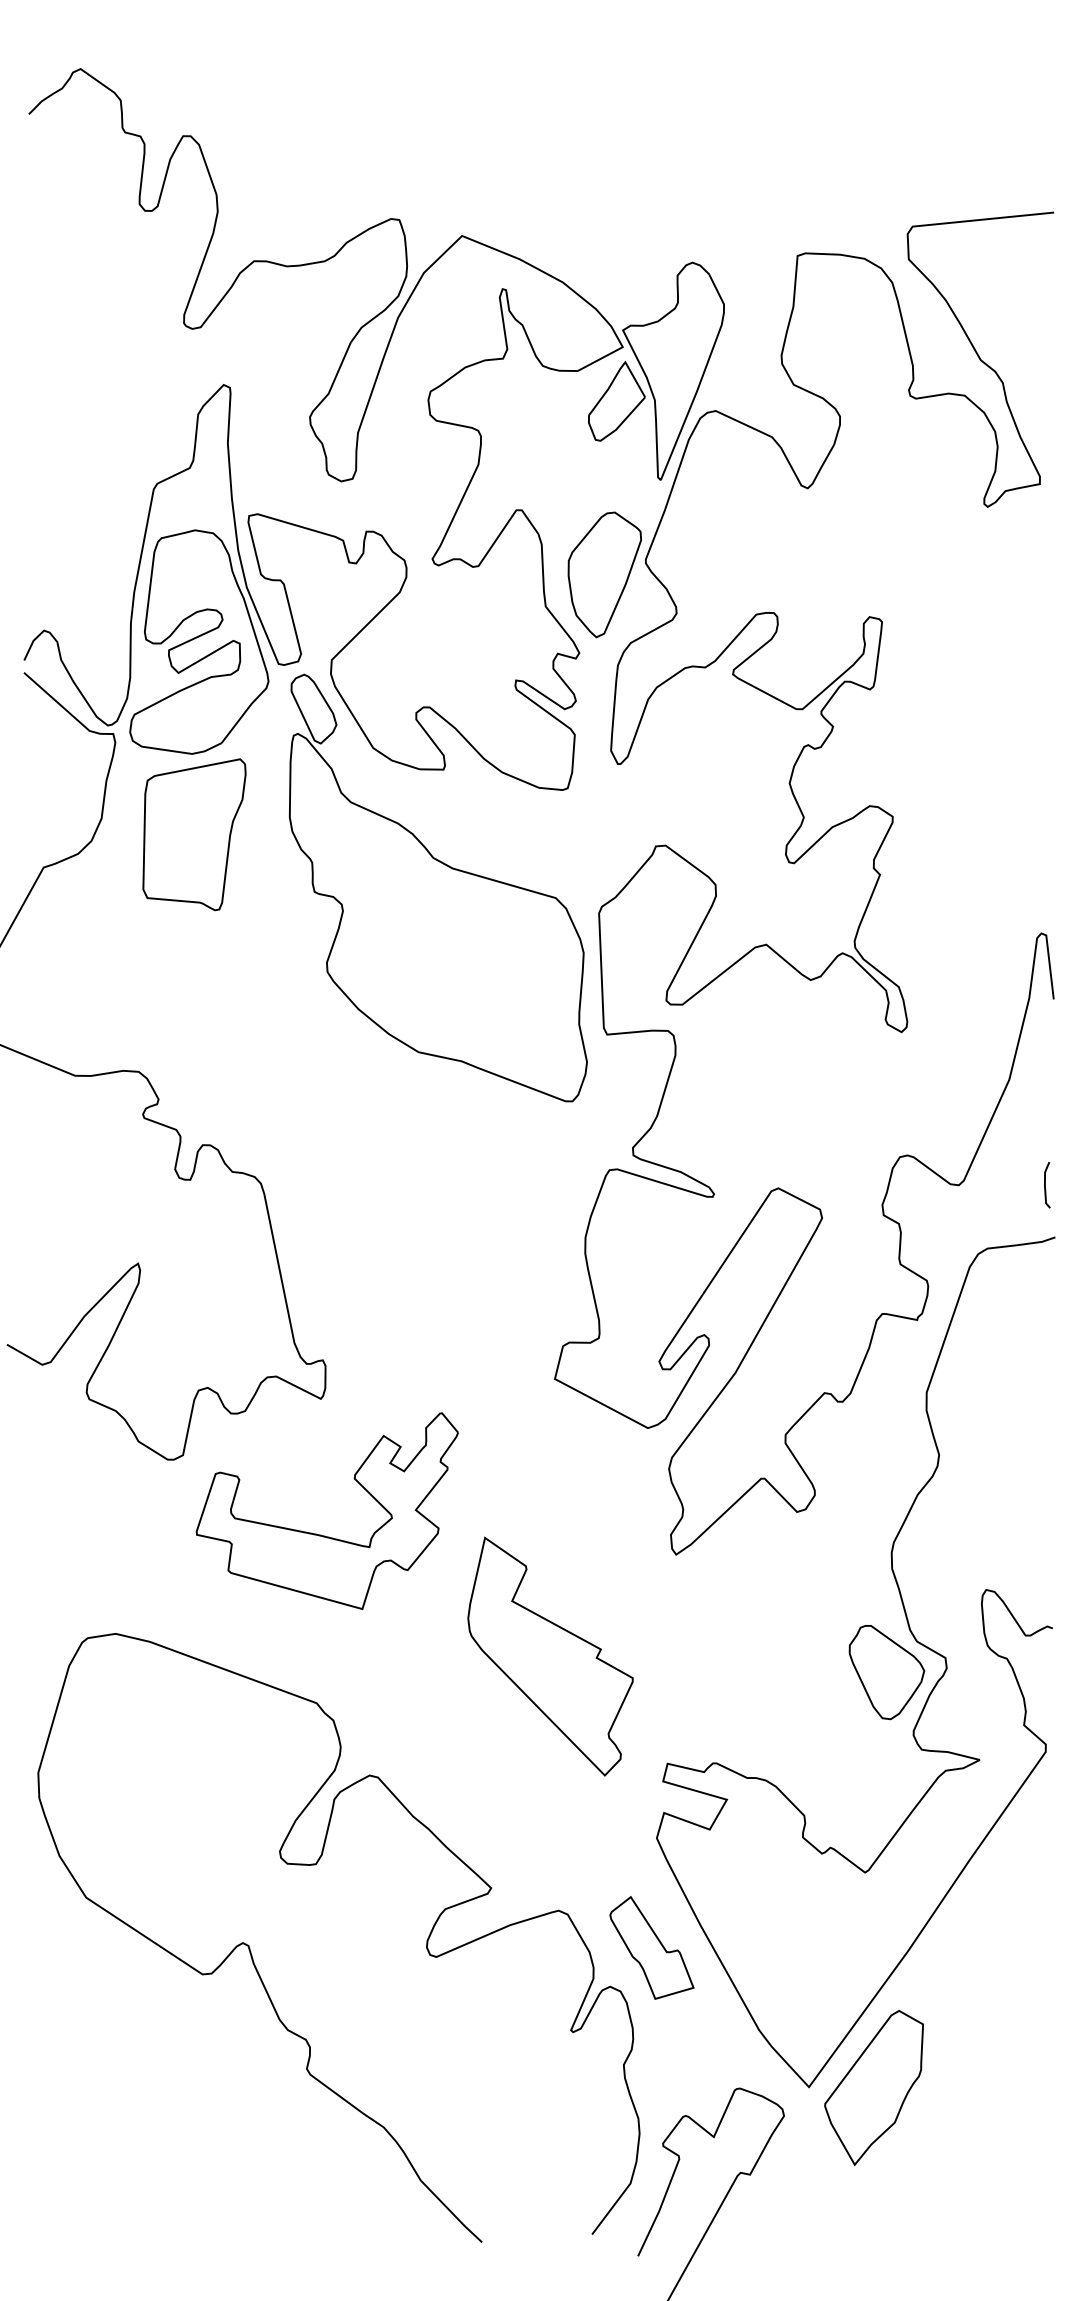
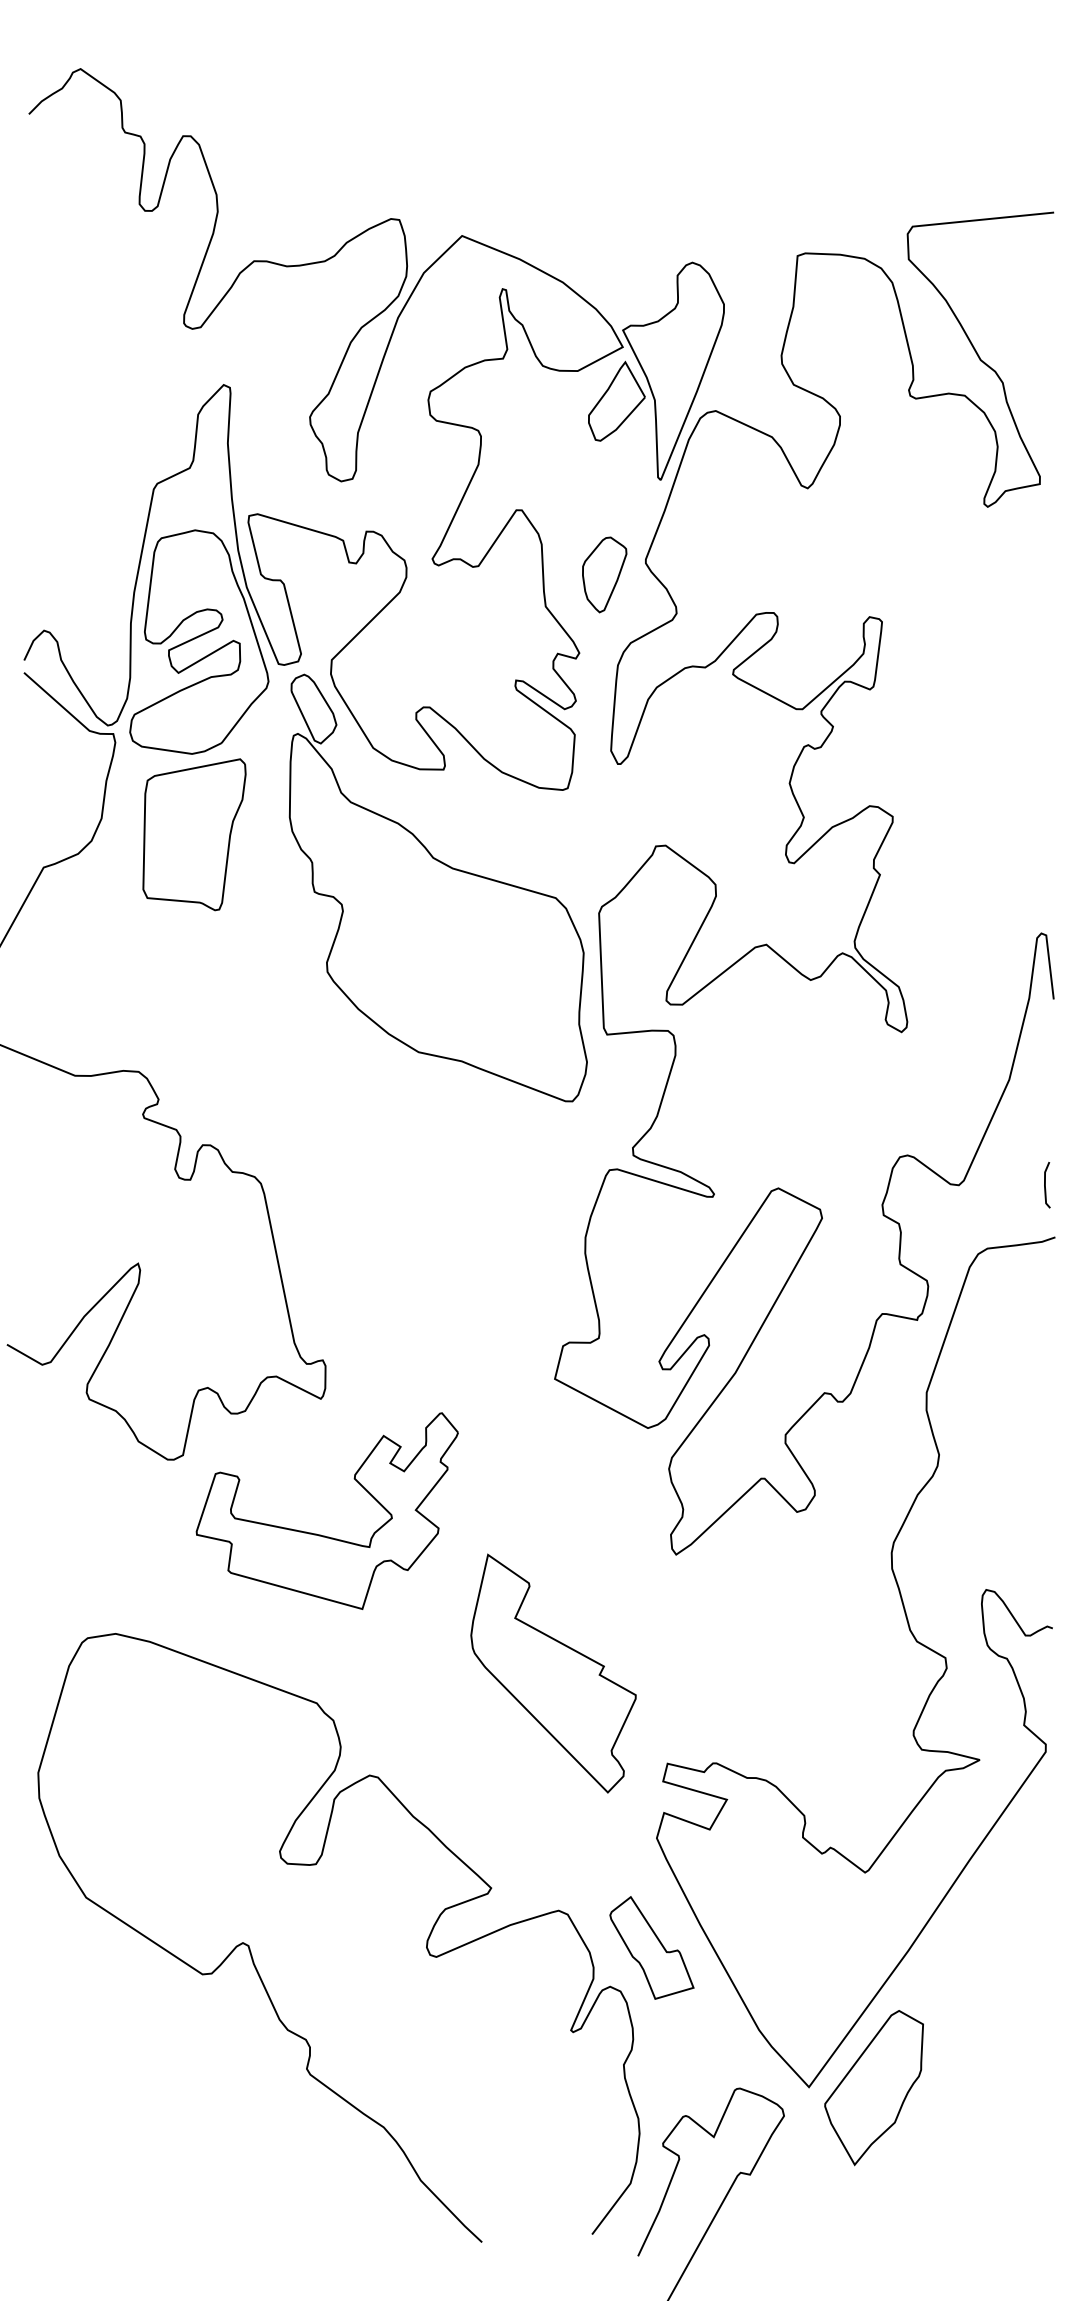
part at (604, 574) size: 75x128 px -> 46x78 px
part at (550, 1656) position: (550, 1656) -> (553, 1673)
part at (886, 1672): present -> none
